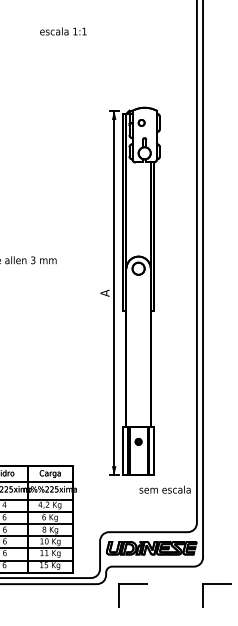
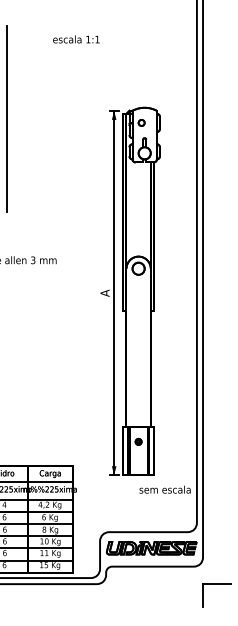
text at (63, 31) position: (63, 31) -> (76, 39)
line at (7, 119): none -> present
part at (132, 584): present -> none
